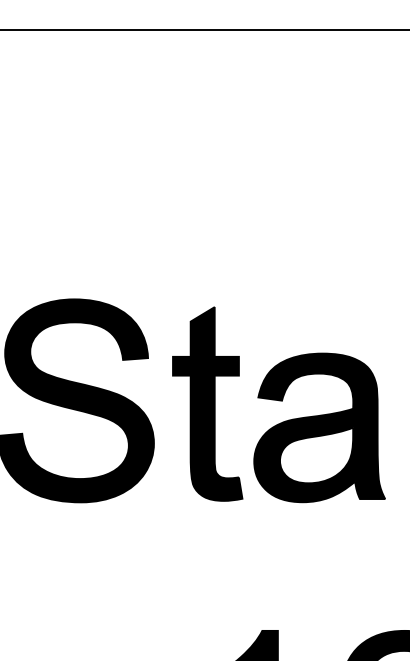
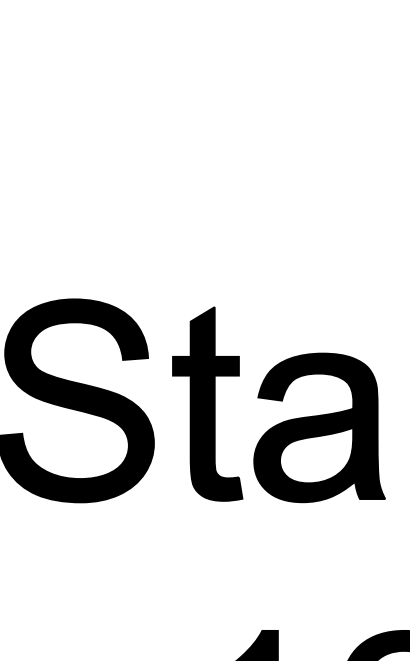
line at (204, 29): present -> none
